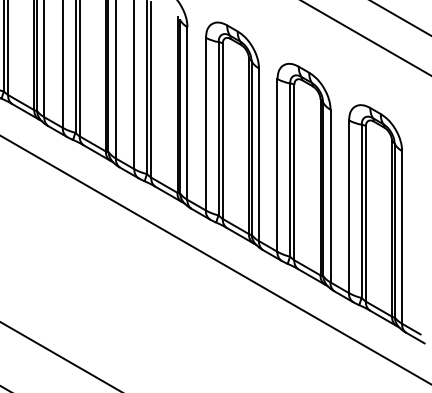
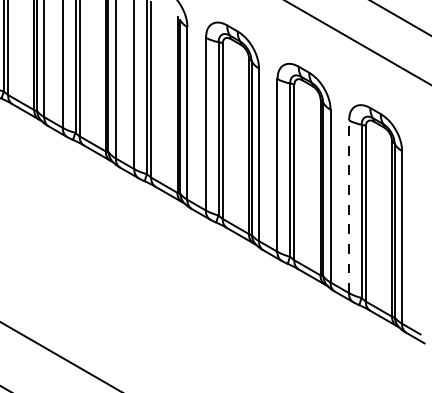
line at (365, 38) position: (365, 38) -> (357, 42)
line at (349, 206): solid -> dashed
line at (215, 259): present -> none
